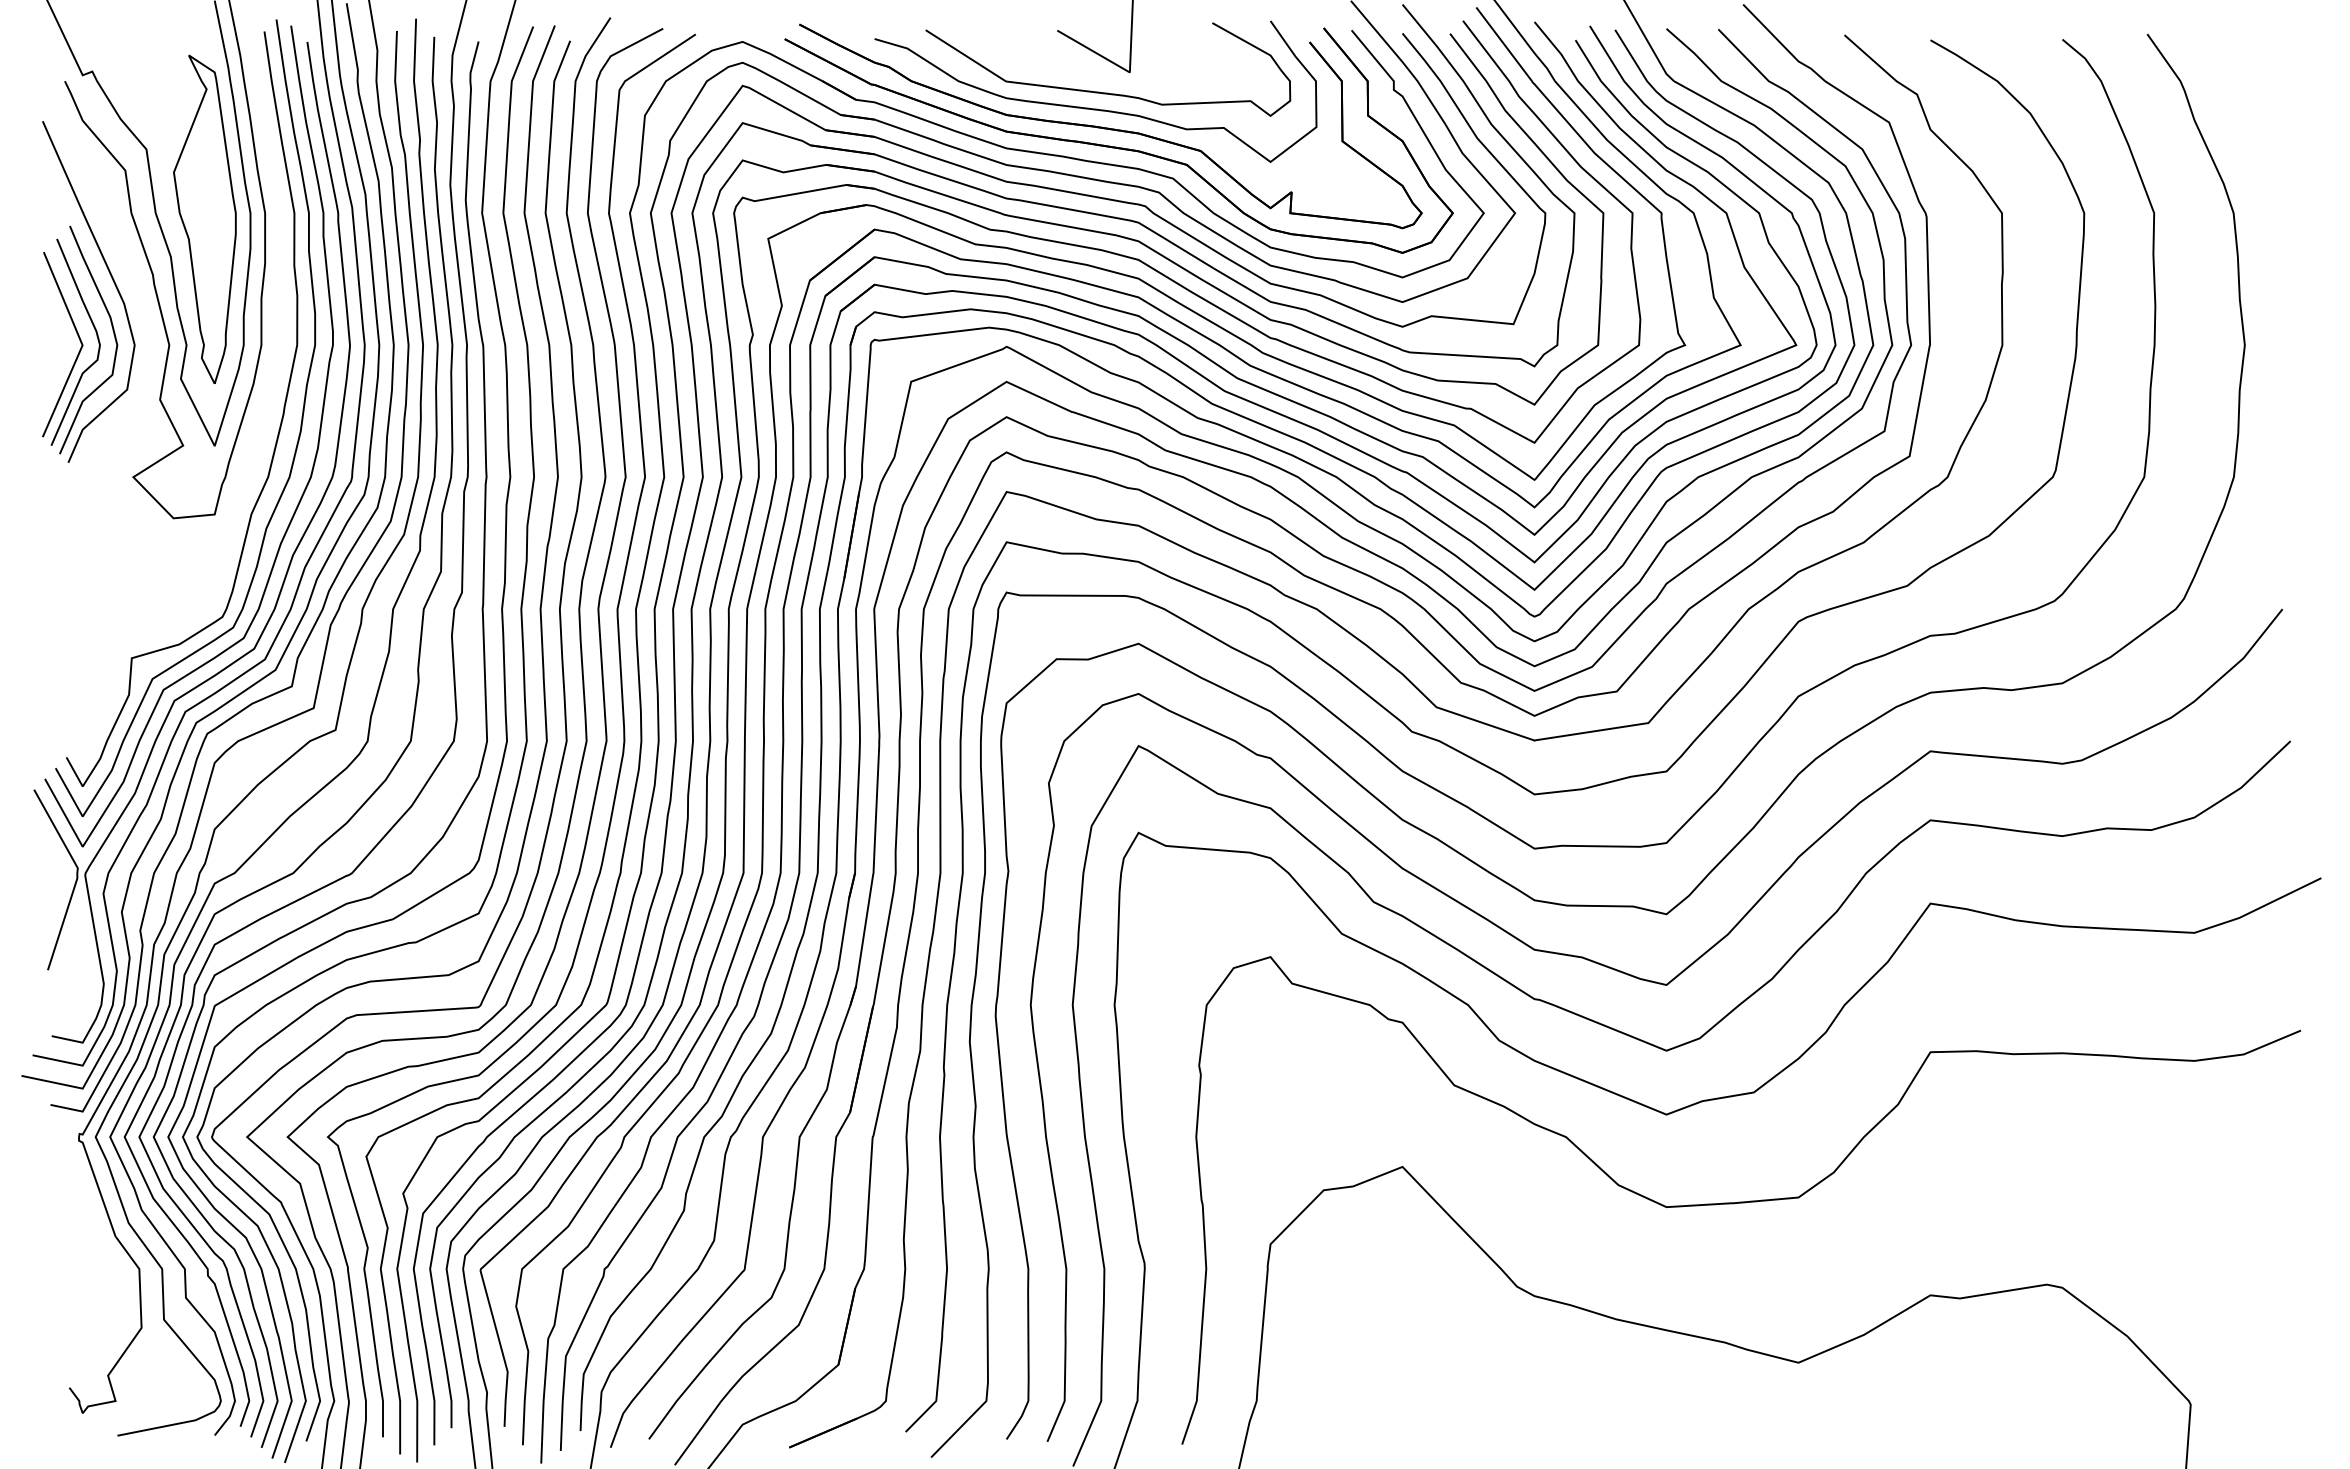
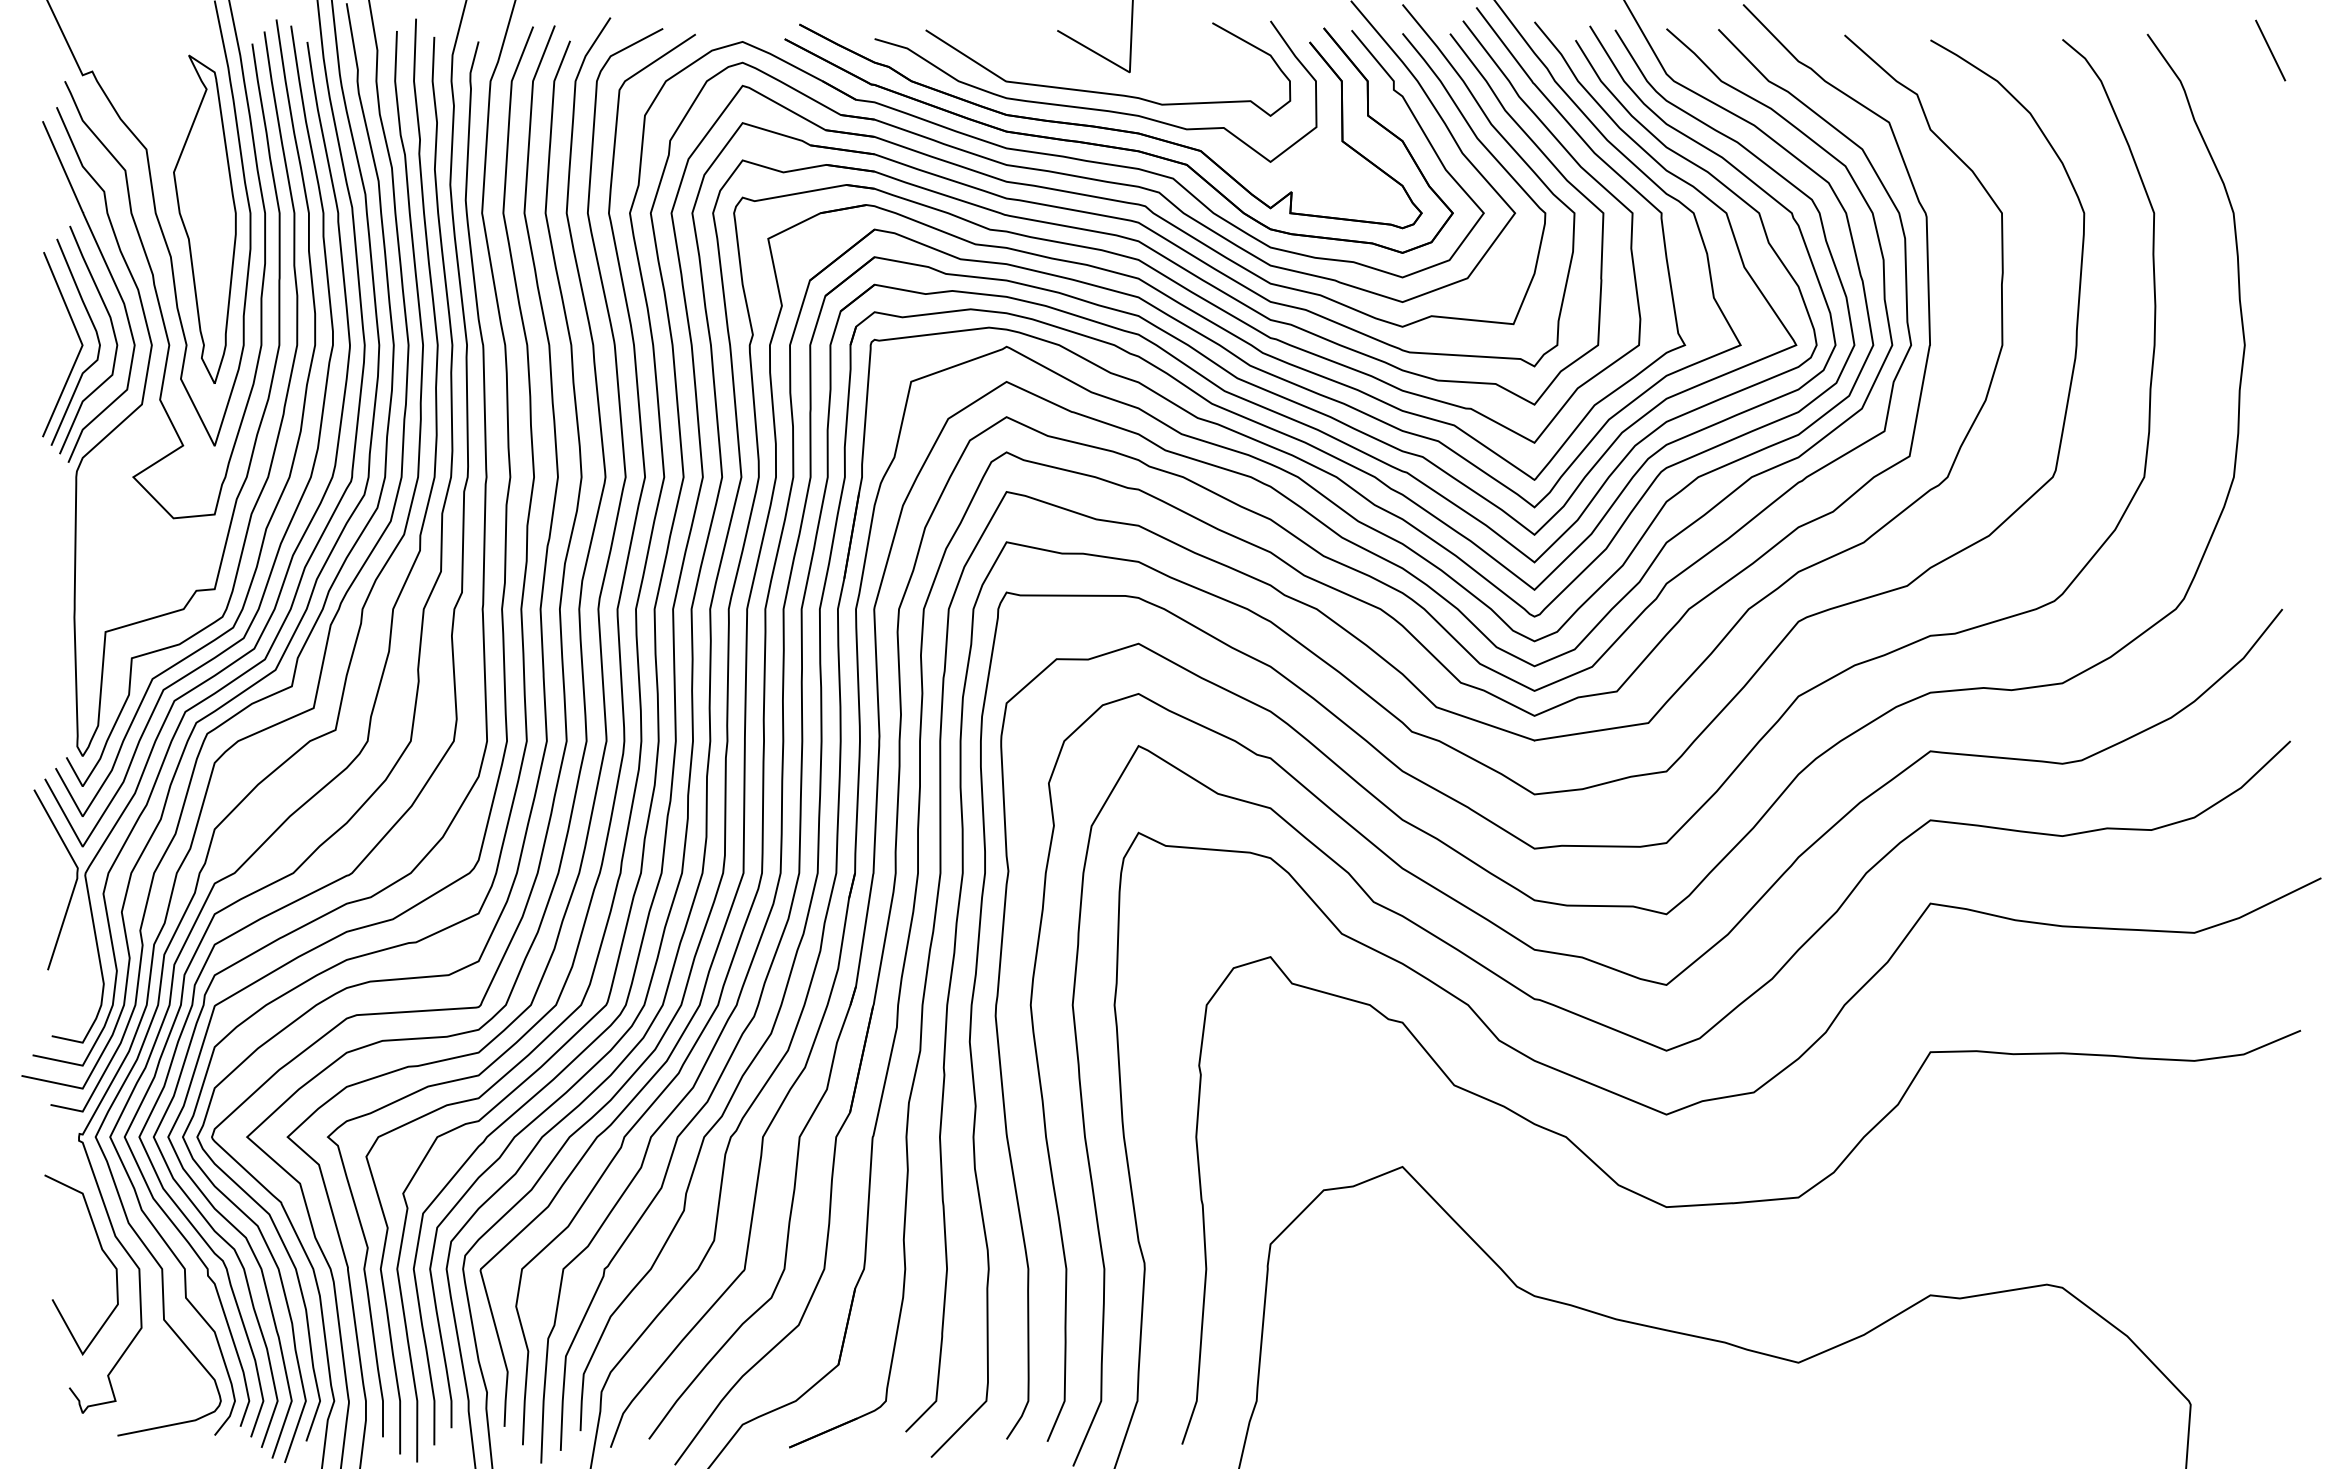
line at (2270, 50): none -> present
curve at (144, 397): none -> present
curve at (101, 1250): none -> present
